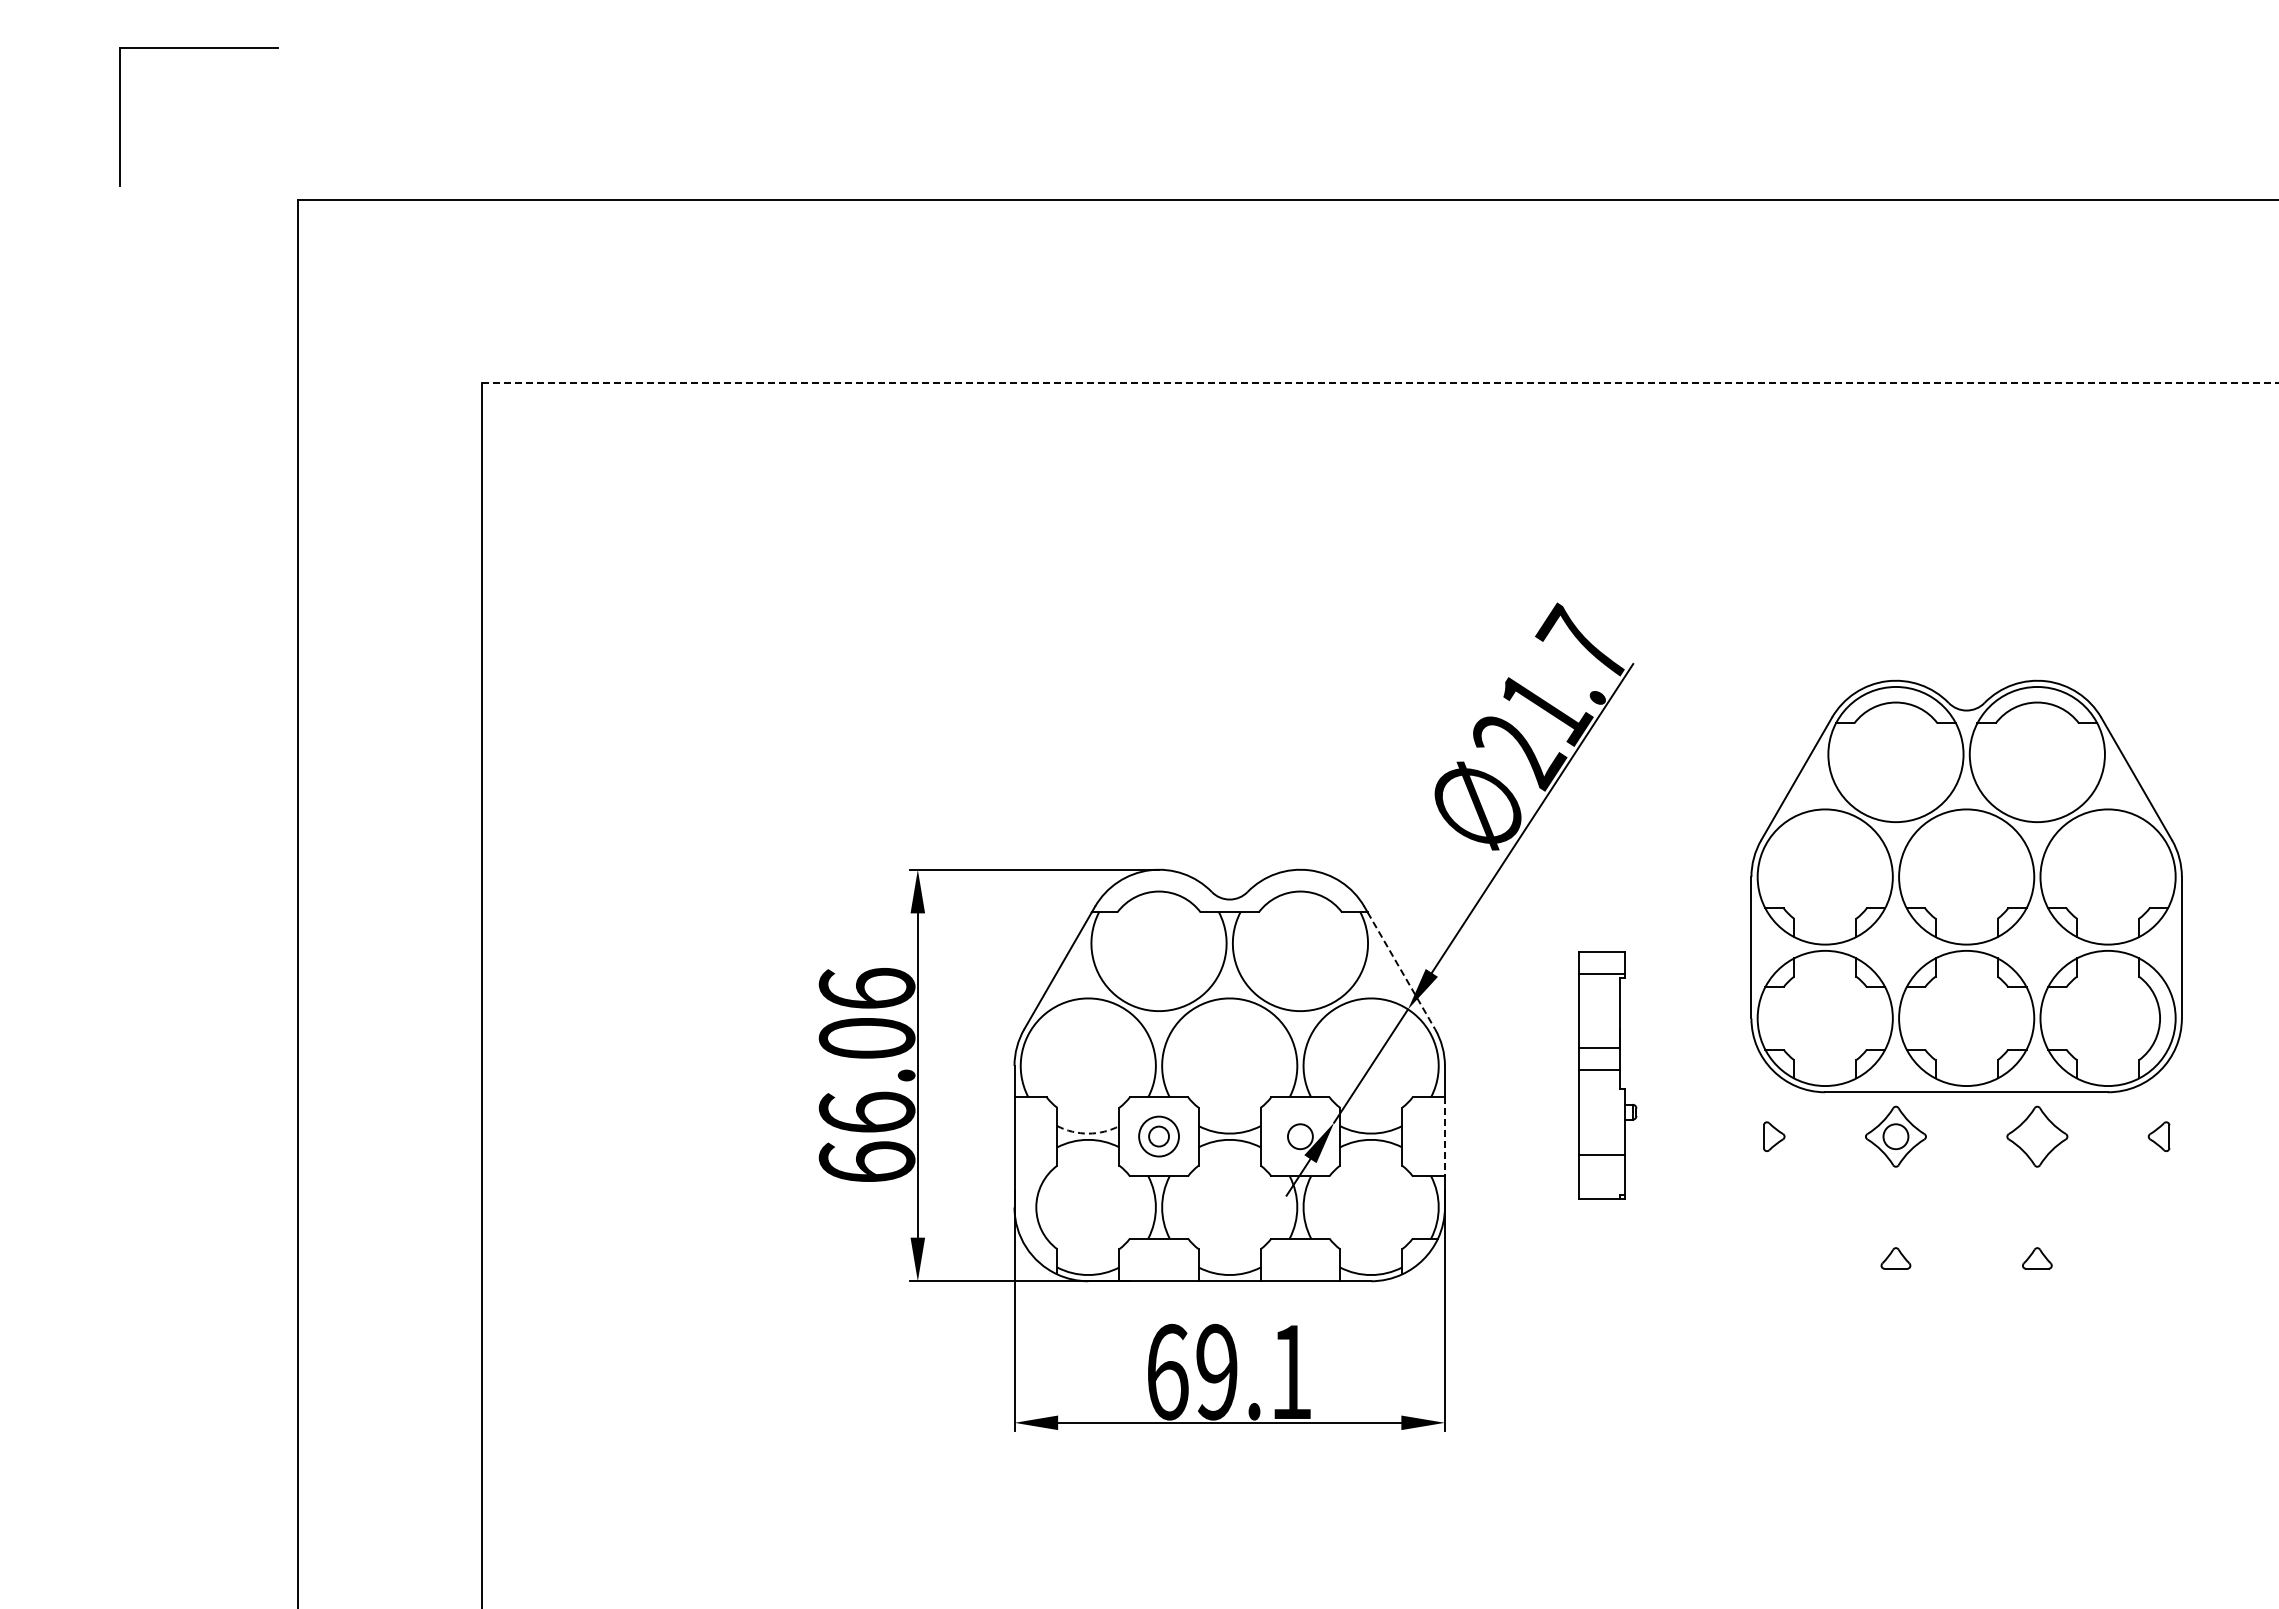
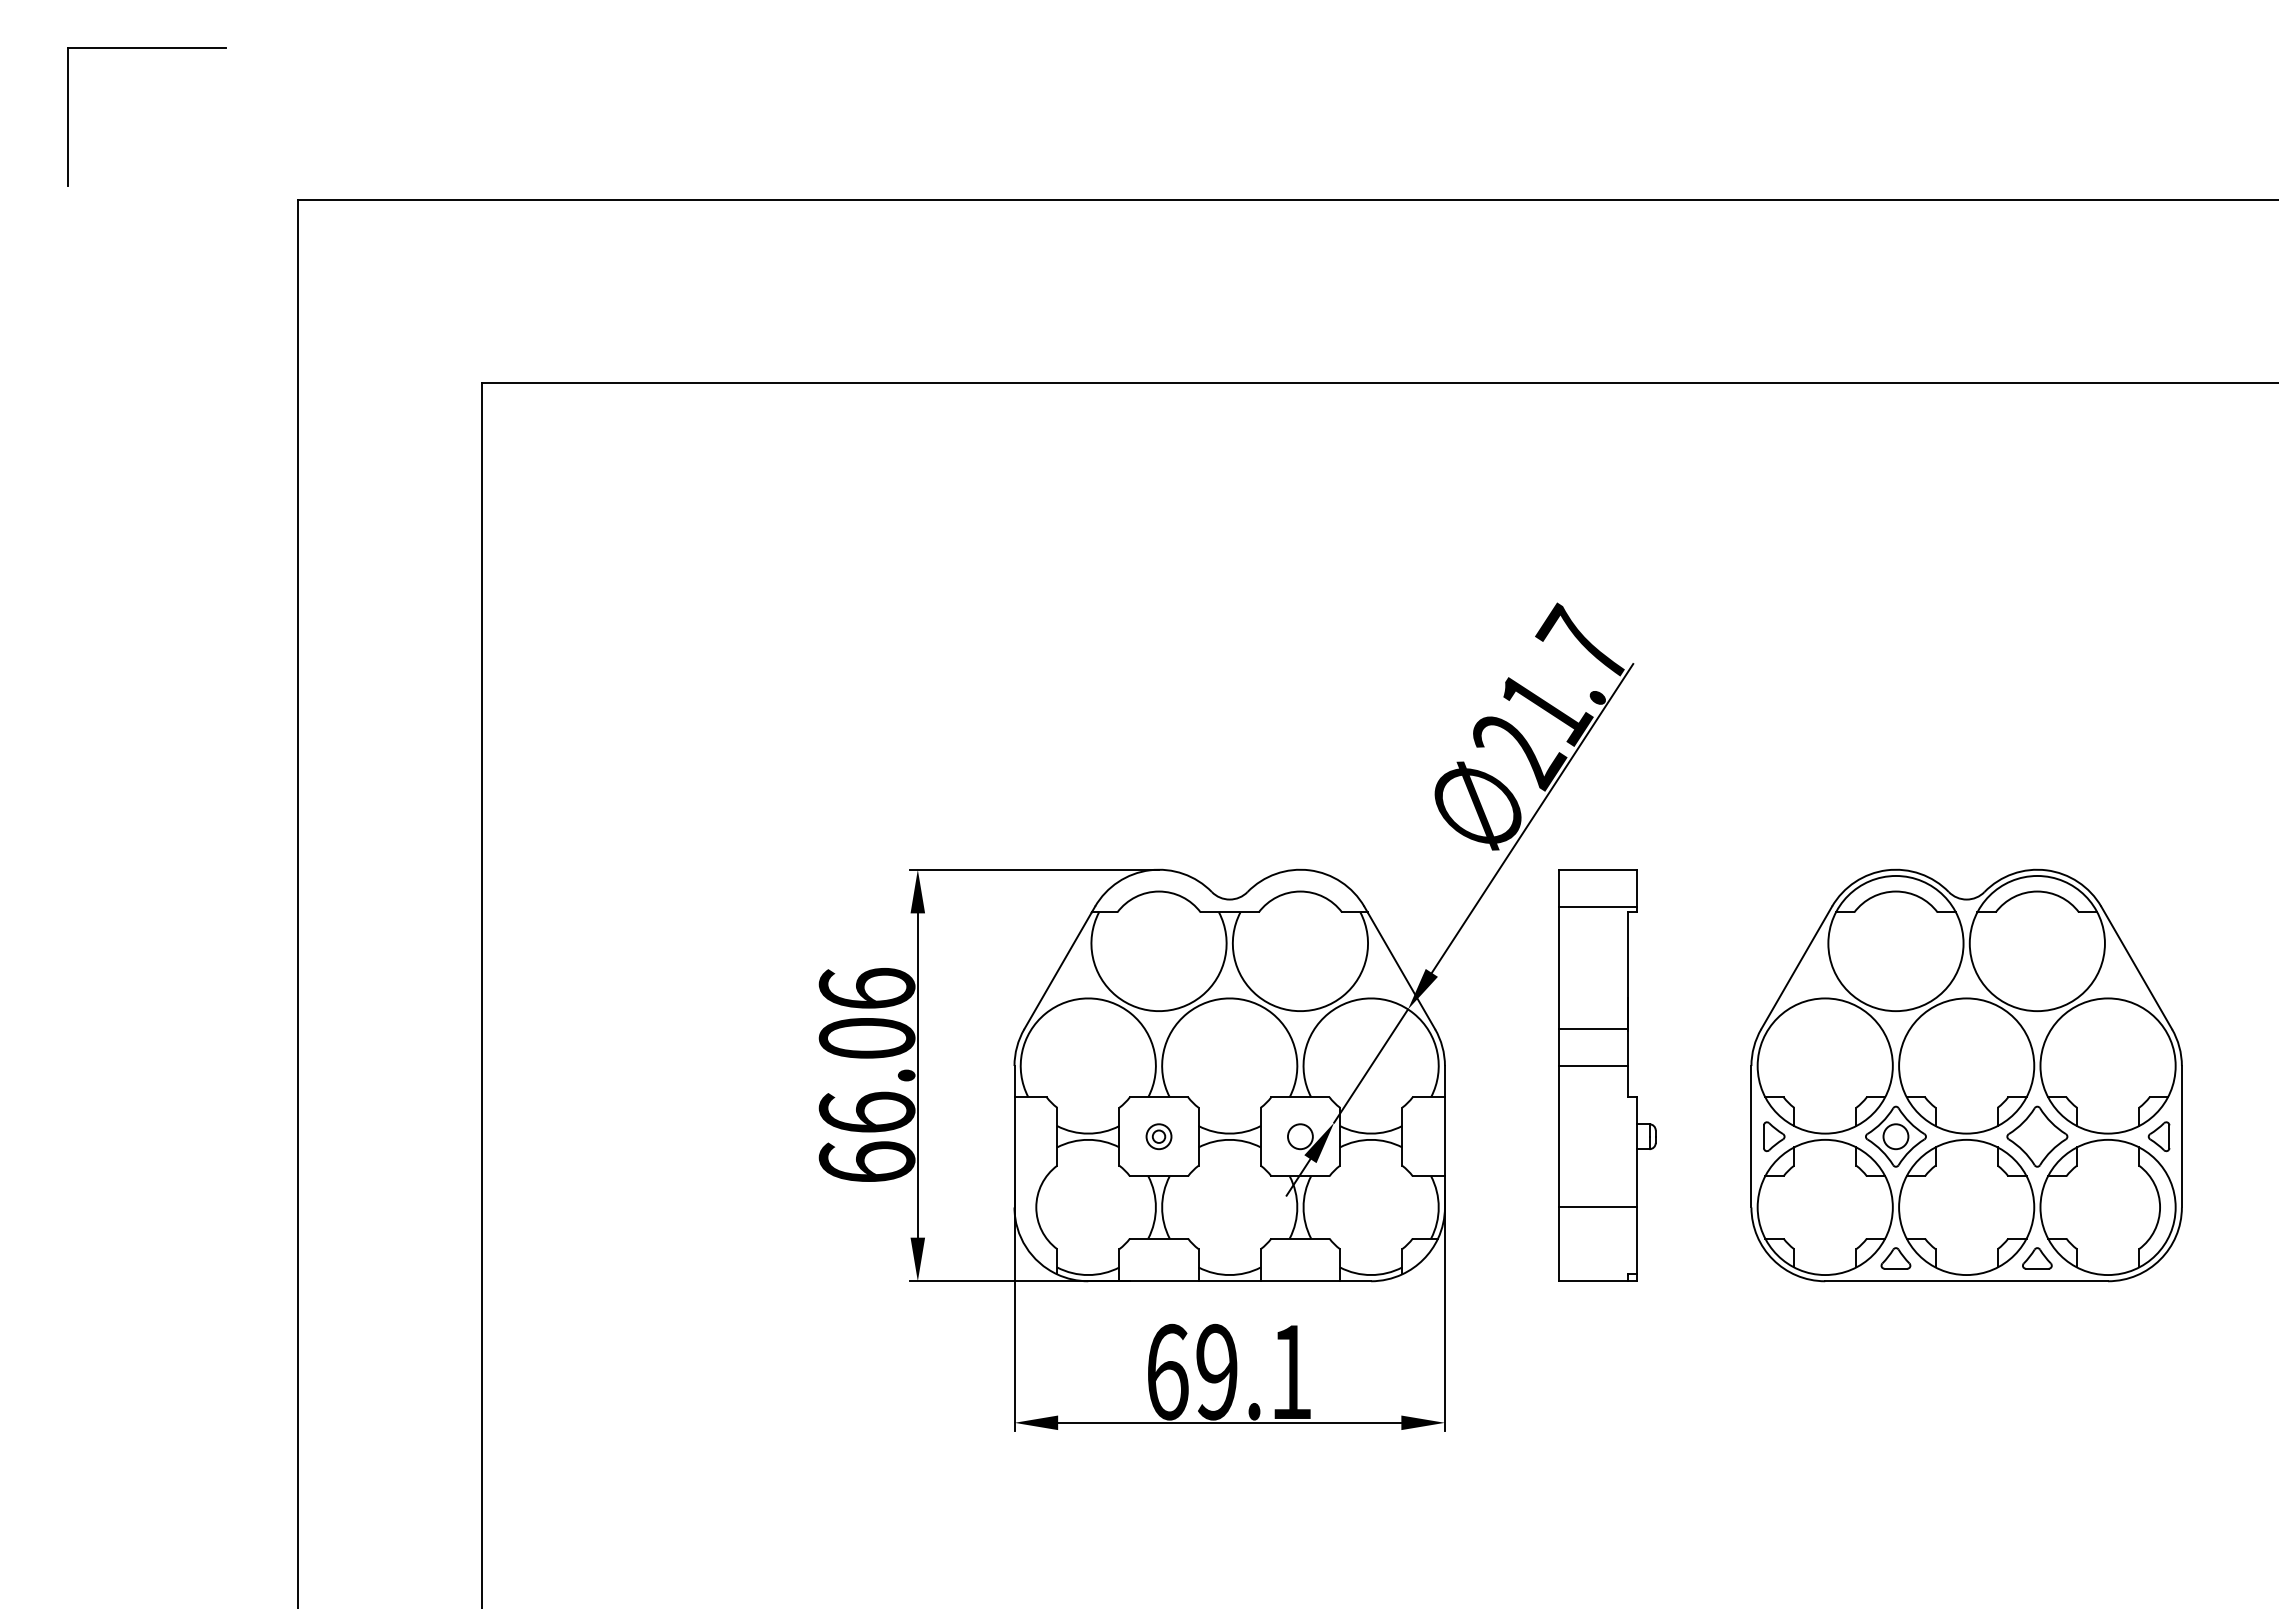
part at (198, 48) position: (198, 48) -> (146, 48)
line at (1380, 383): dashed -> solid
part at (1966, 886) position: (1966, 886) -> (1966, 1075)
line at (1401, 971): dashed -> solid
part at (1607, 1075) size: 60x249 px -> 99x413 px
arc at (1088, 1133): dashed -> solid
part at (1158, 1136) size: 42x43 px -> 28x28 px
line at (1444, 1136): dashed -> solid
